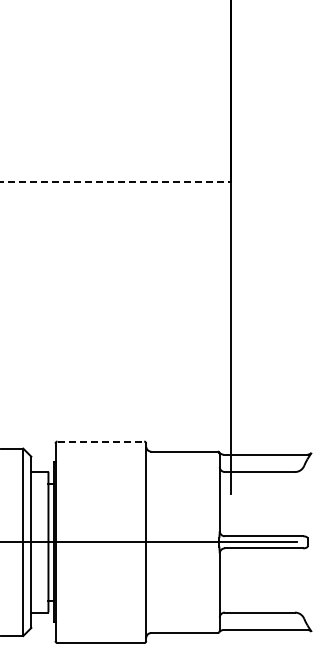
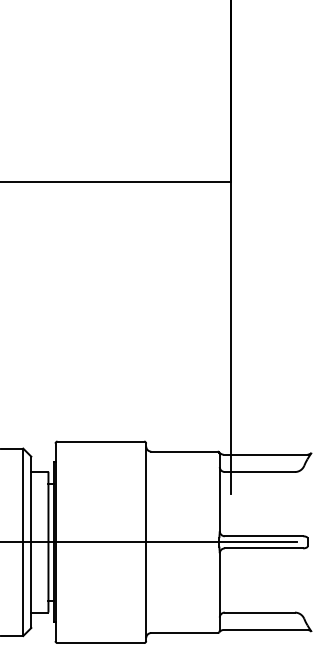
line at (115, 181): dashed -> solid
line at (101, 441): dashed -> solid
